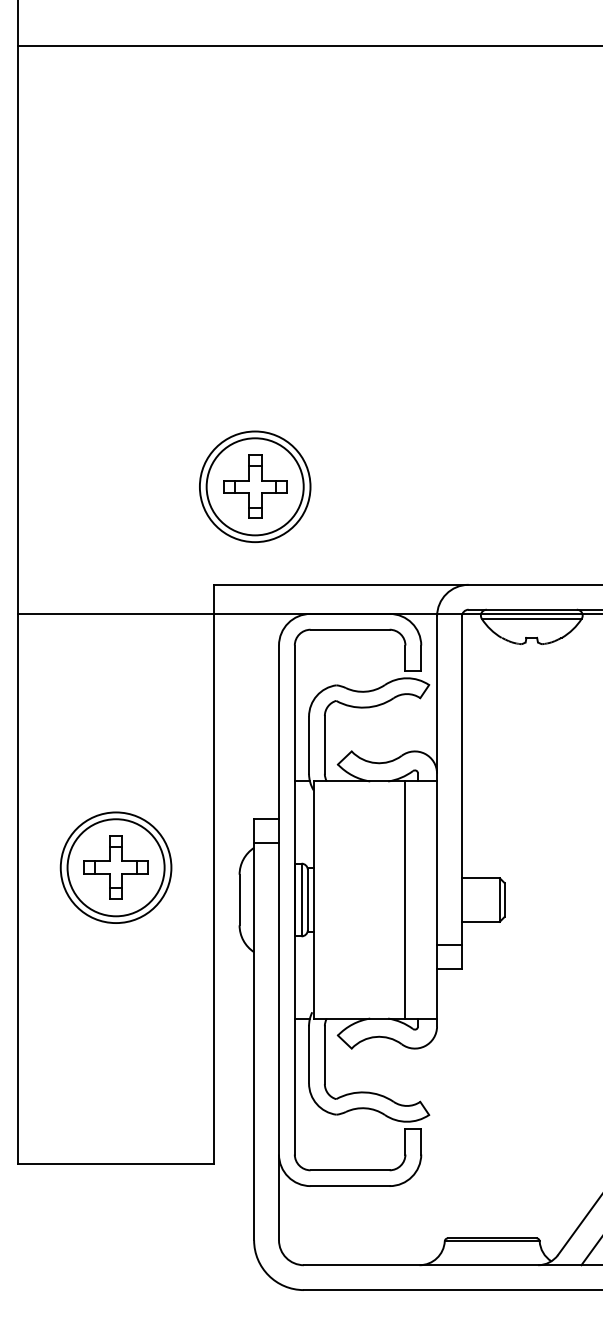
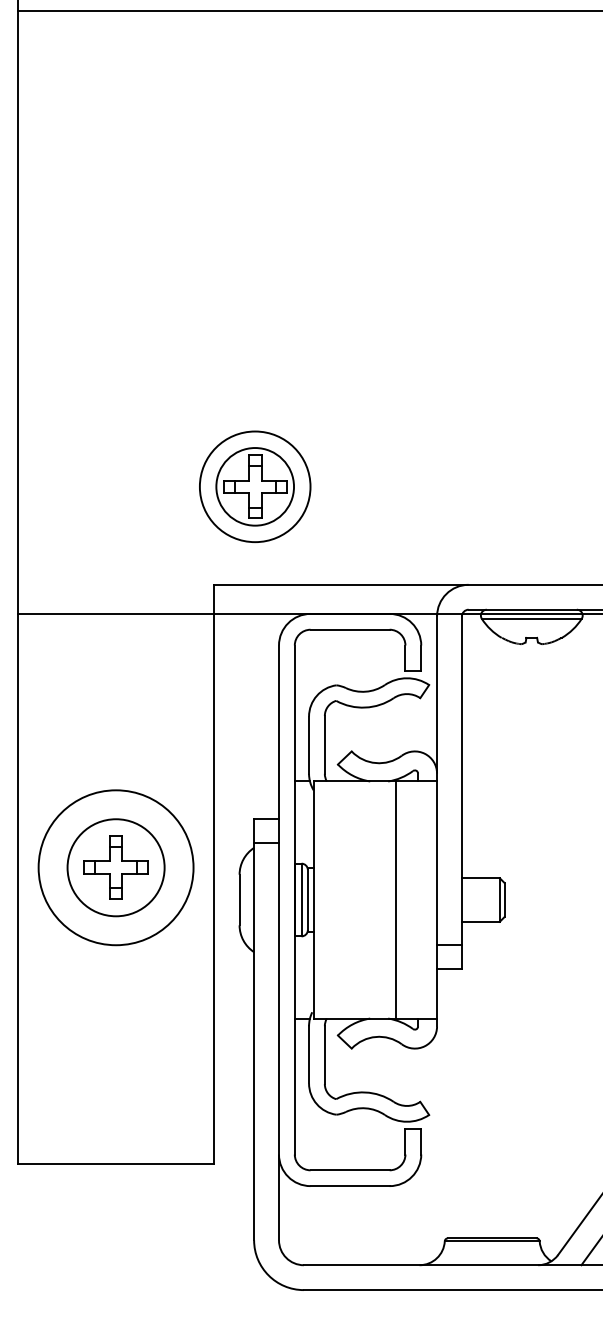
line at (308, 46) position: (308, 46) -> (308, 11)
circle at (254, 486) diameter: 97 px -> 78 px
circle at (115, 867) diameter: 111 px -> 155 px
line at (405, 899) position: (405, 899) -> (396, 899)
